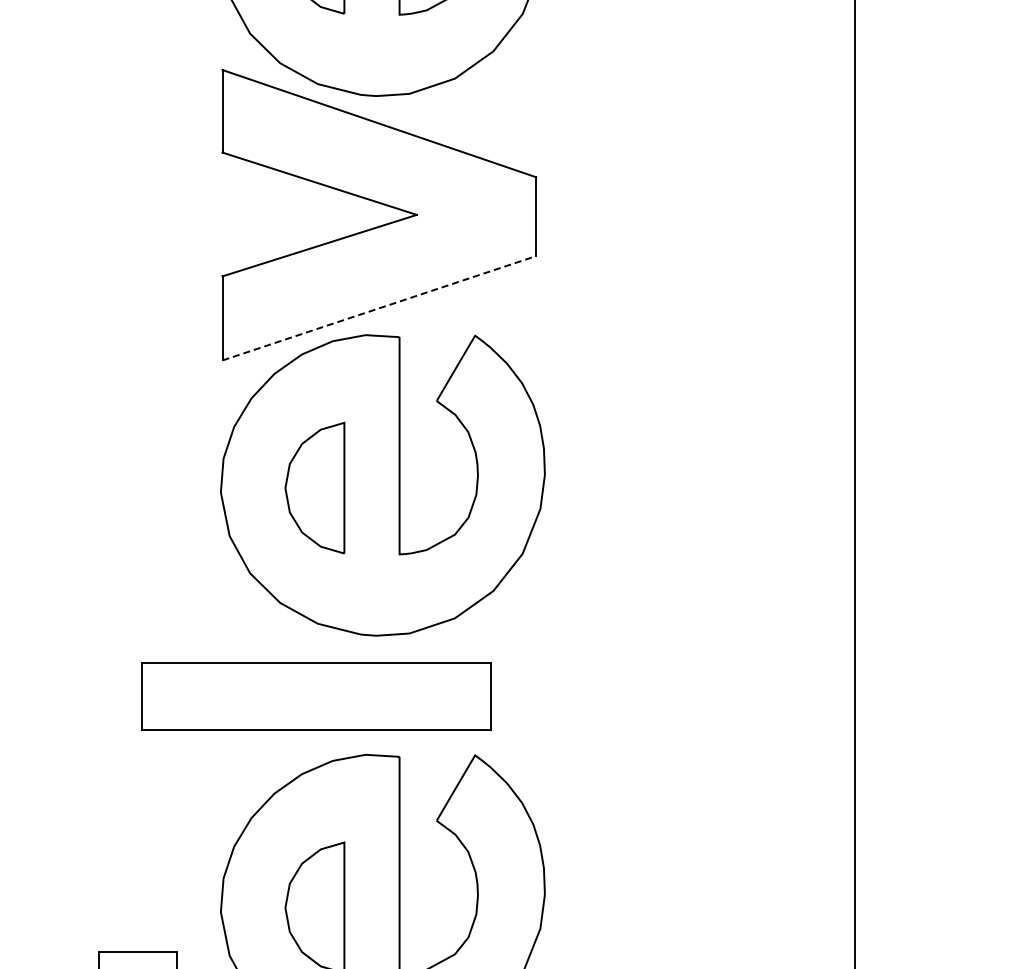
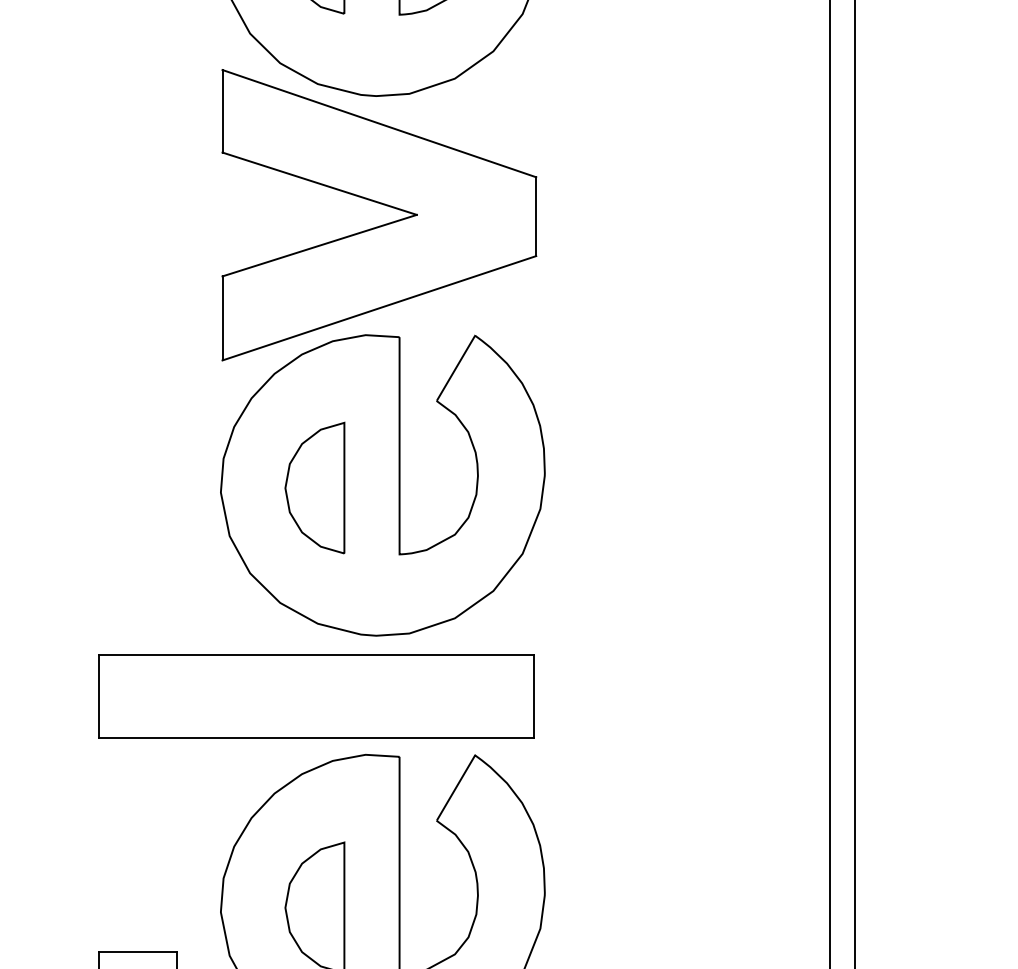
line at (379, 308): dashed -> solid
line at (830, 483): none -> present
part at (316, 696) size: 351x69 px -> 437x85 px
